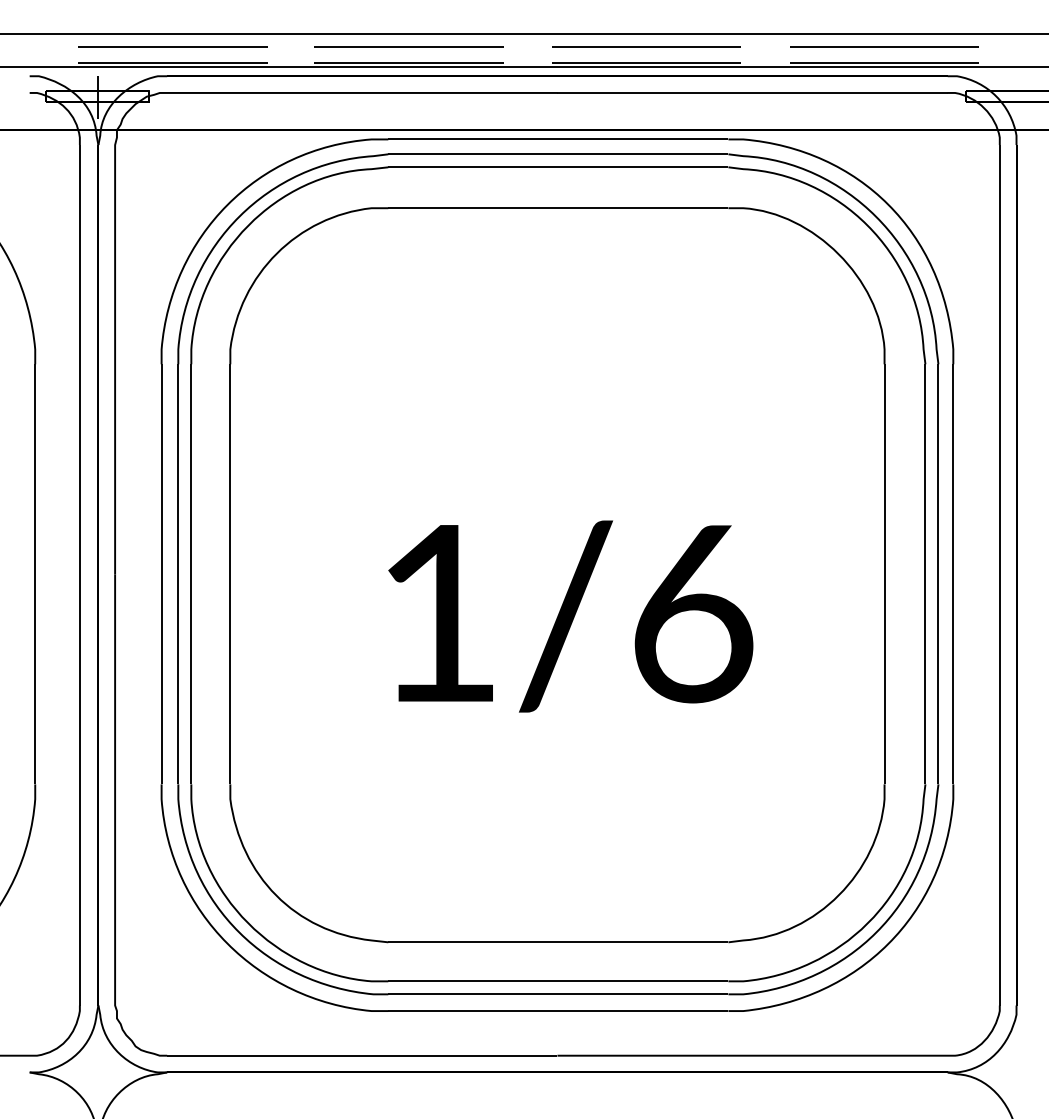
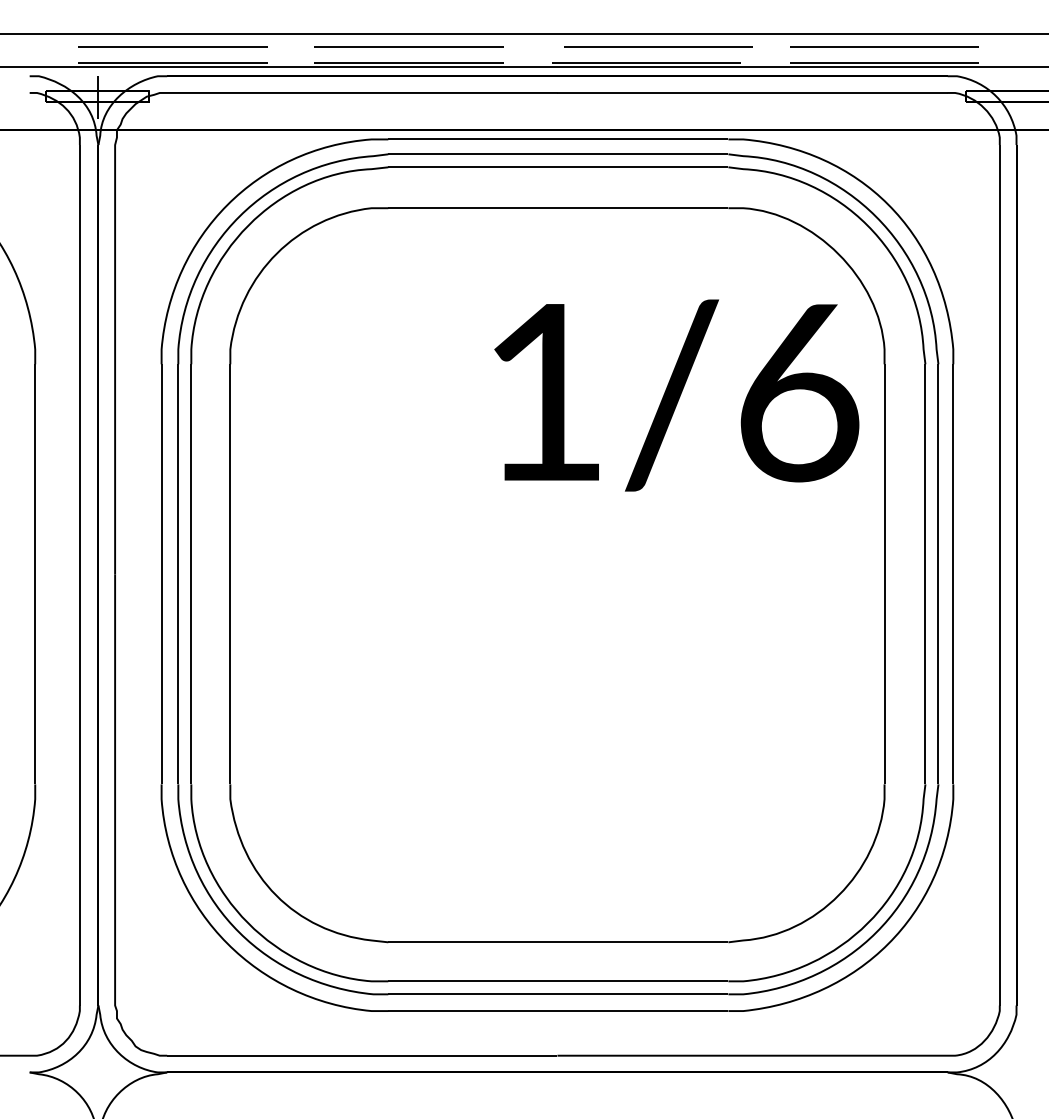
line at (646, 46) position: (646, 46) -> (658, 46)
text at (570, 616) position: (570, 616) -> (676, 395)
